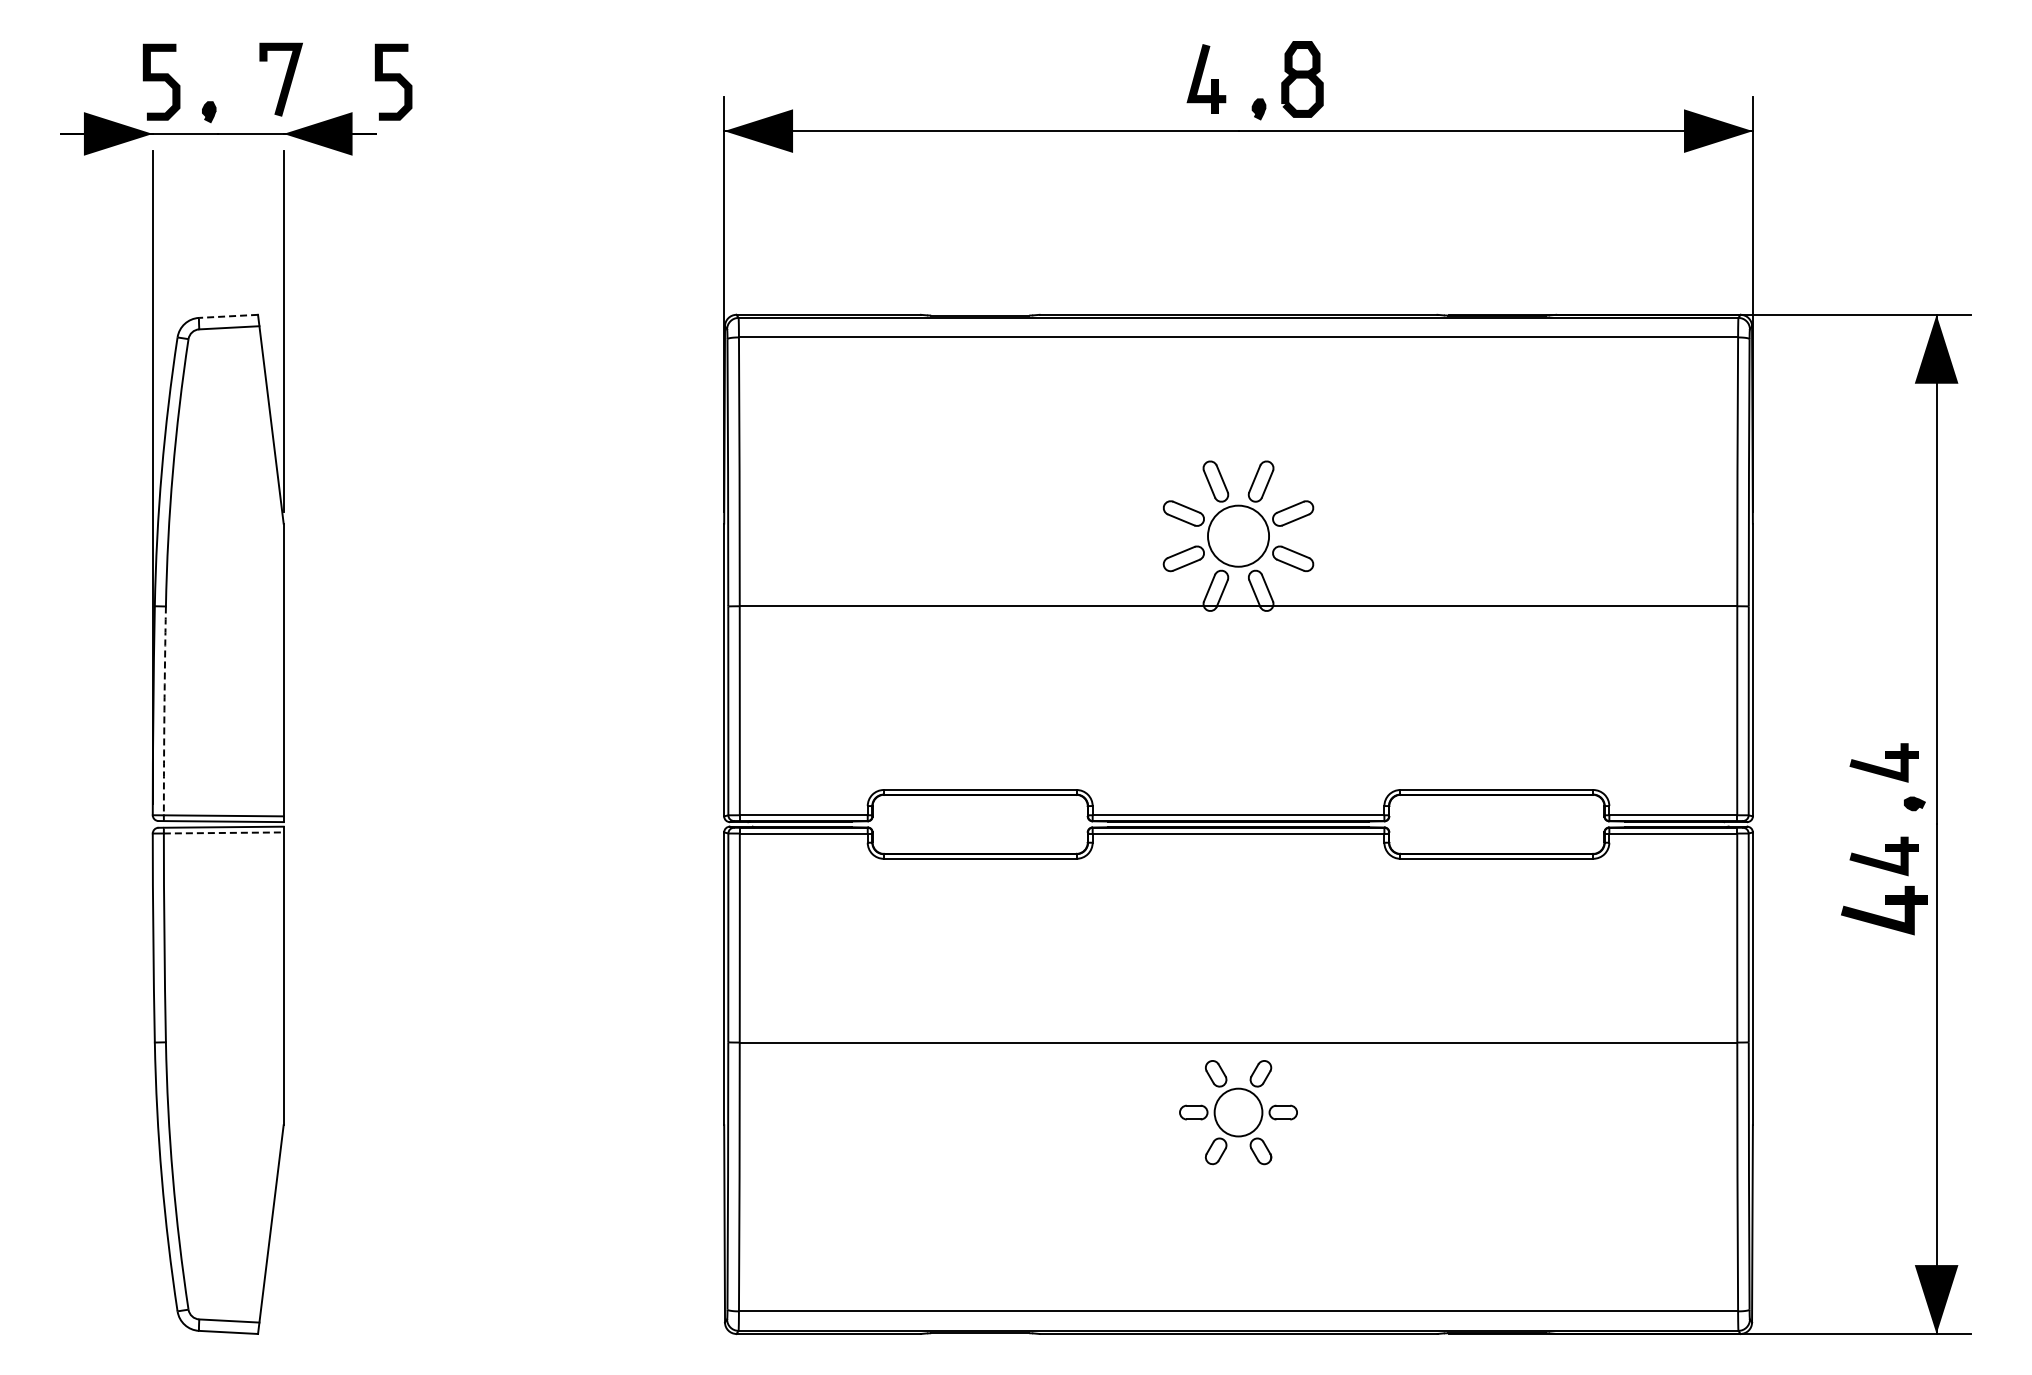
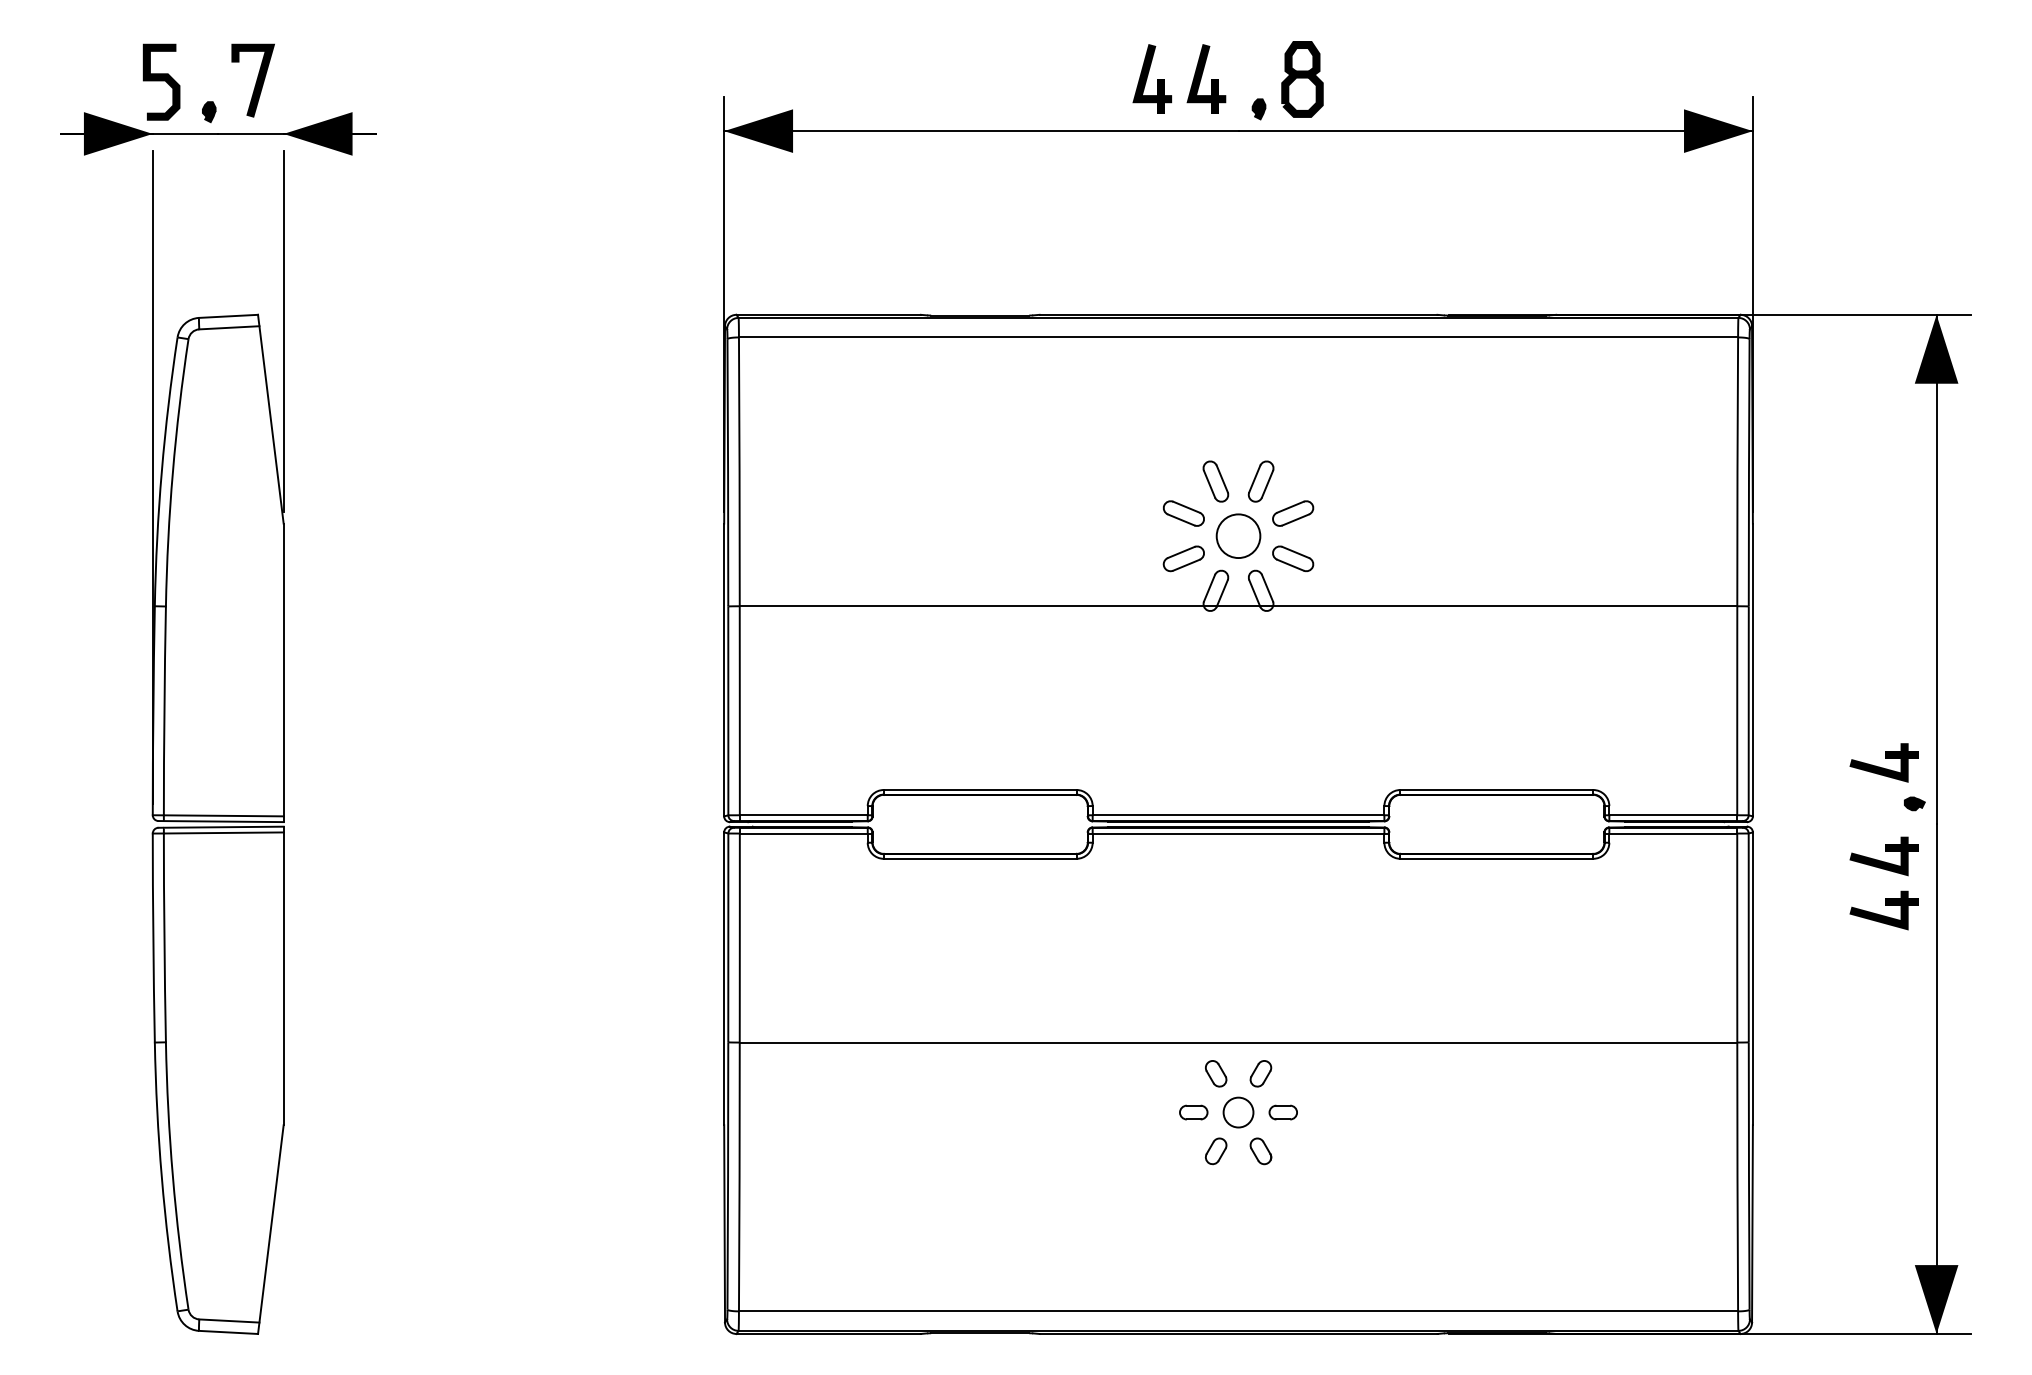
part at (1152, 78): none -> present
line at (283, 81) position: (283, 81) -> (255, 82)
curve at (393, 81): present -> none
line at (228, 316): dashed -> solid
circle at (1238, 535) diameter: 61 px -> 44 px
arc at (164, 710): dashed -> solid
line at (223, 832): dashed -> solid
part at (1884, 910) size: 87x50 px -> 70x41 px
circle at (1238, 1112) diameter: 48 px -> 30 px
